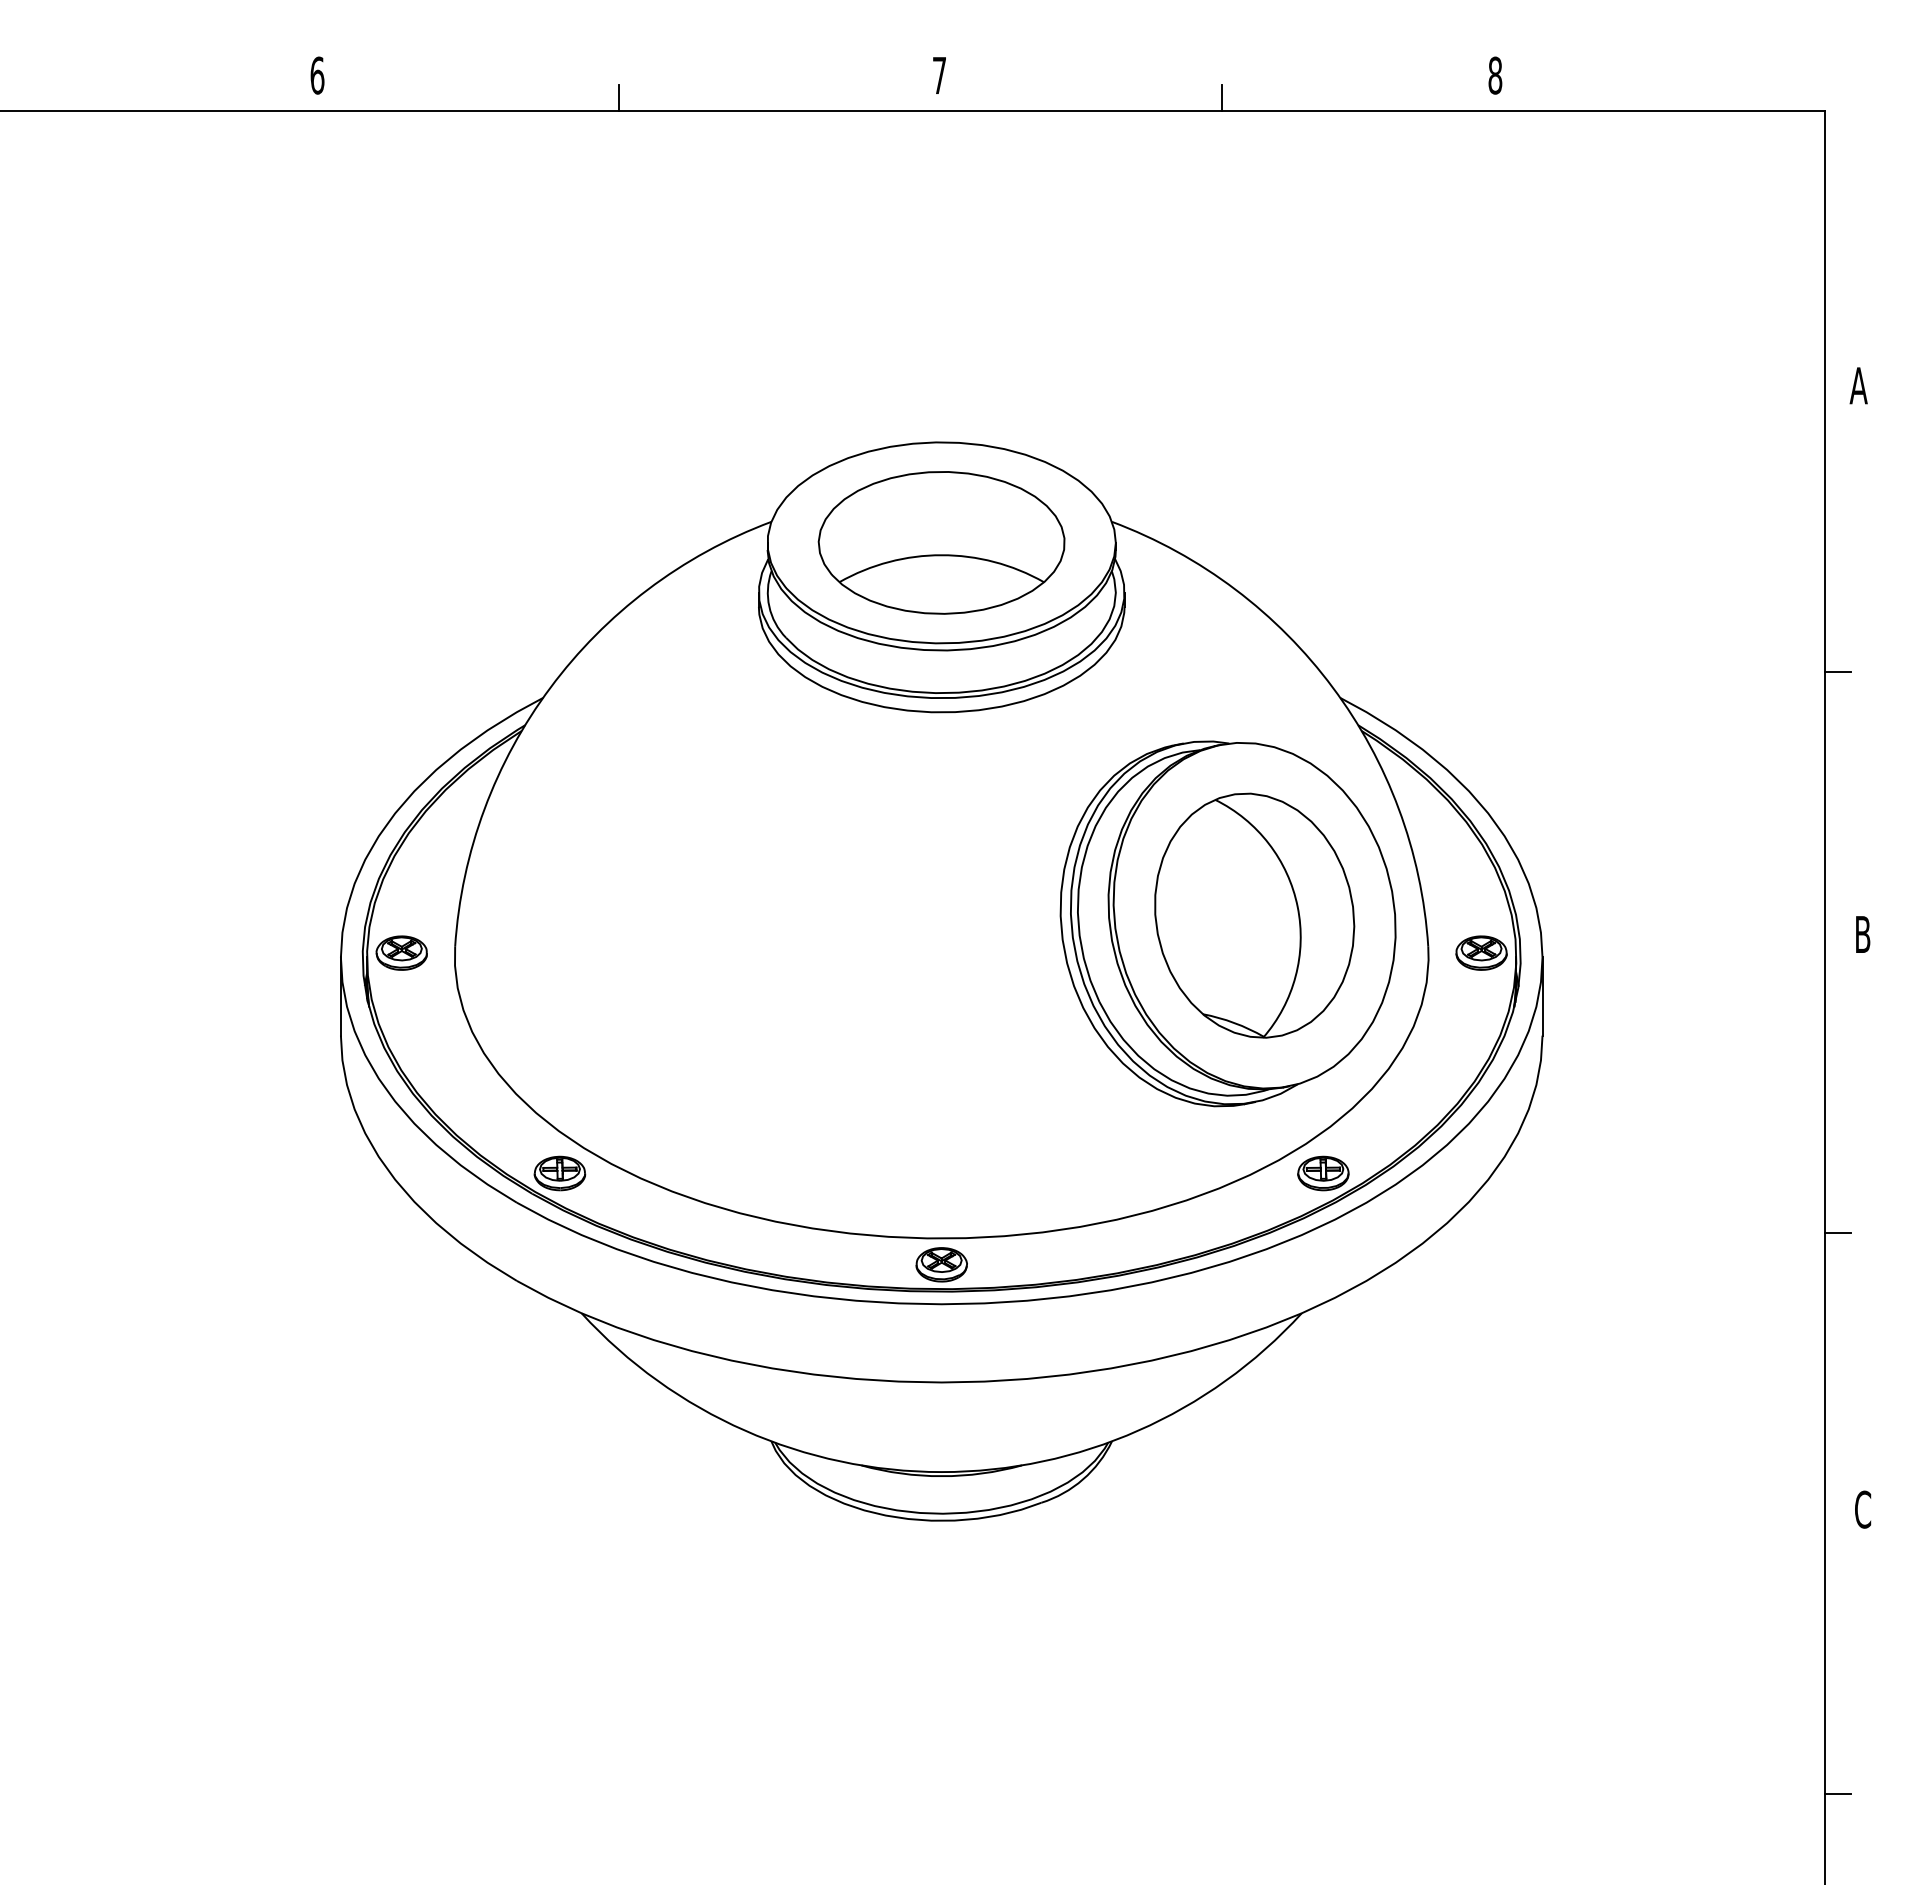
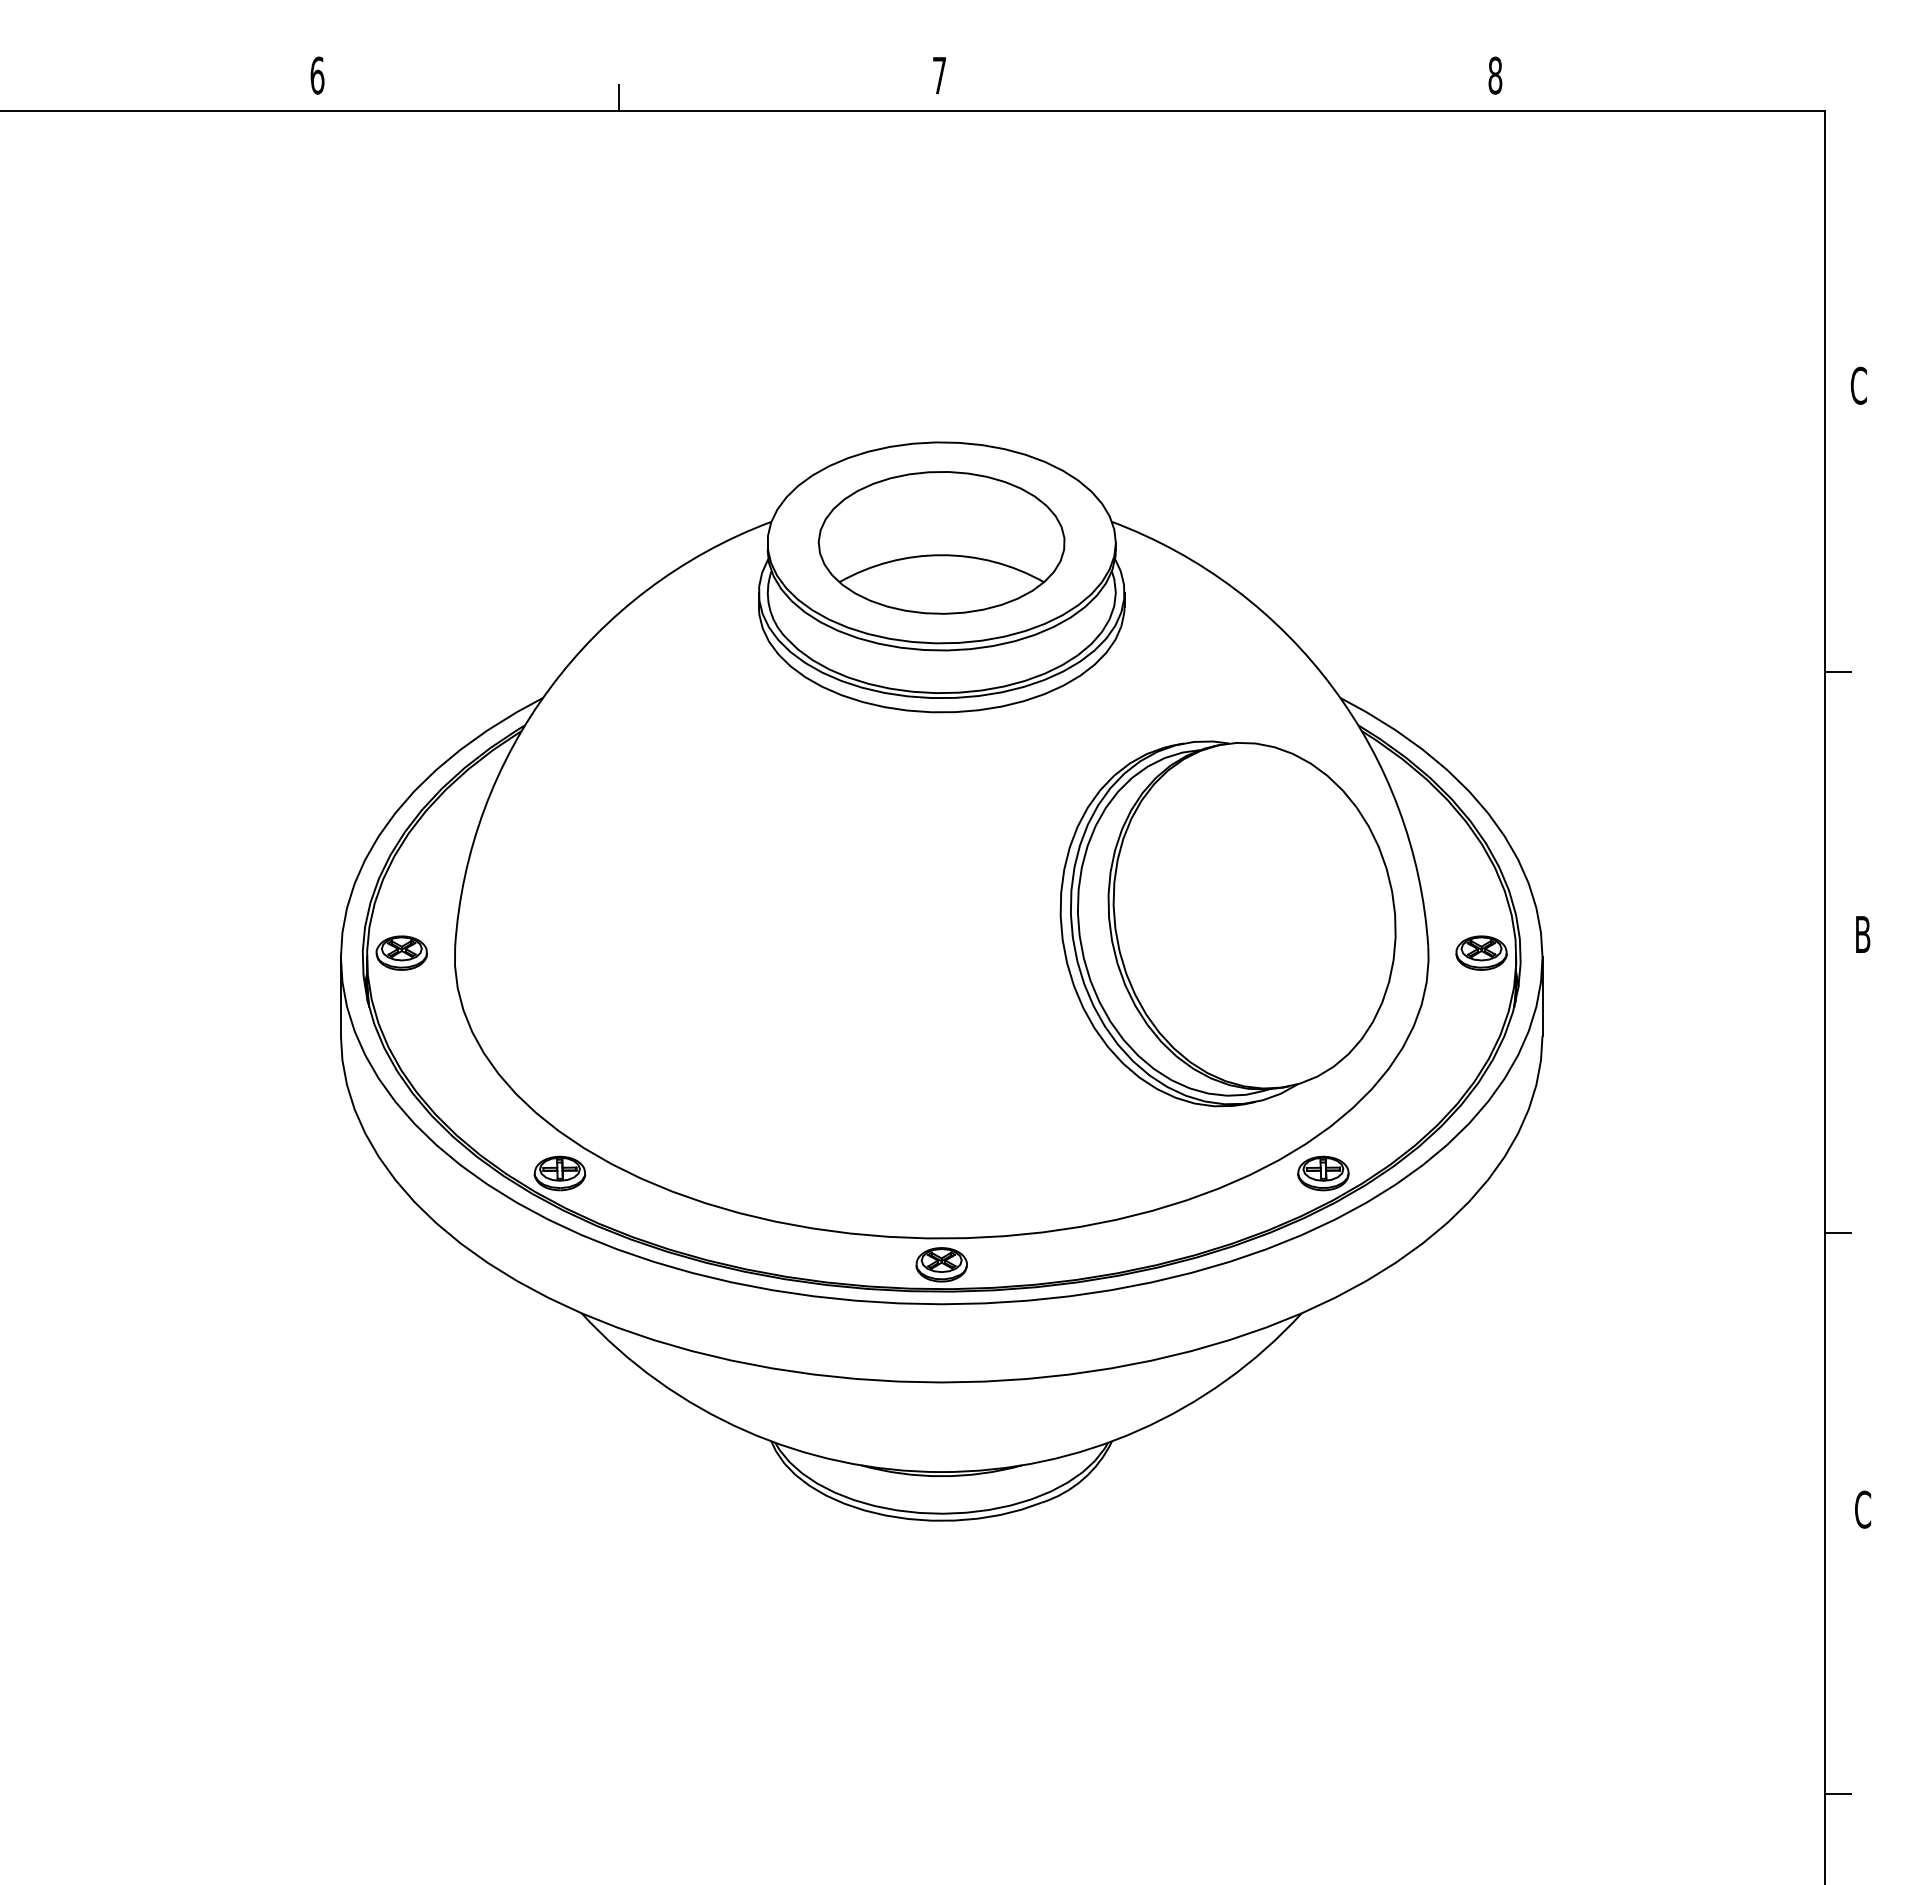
line at (1222, 97): present -> none
text at (1858, 385): A -> C
part at (1254, 915): present -> none
